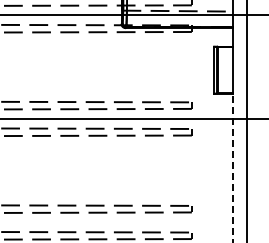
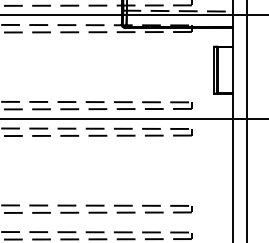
line at (232, 167): dashed -> solid
